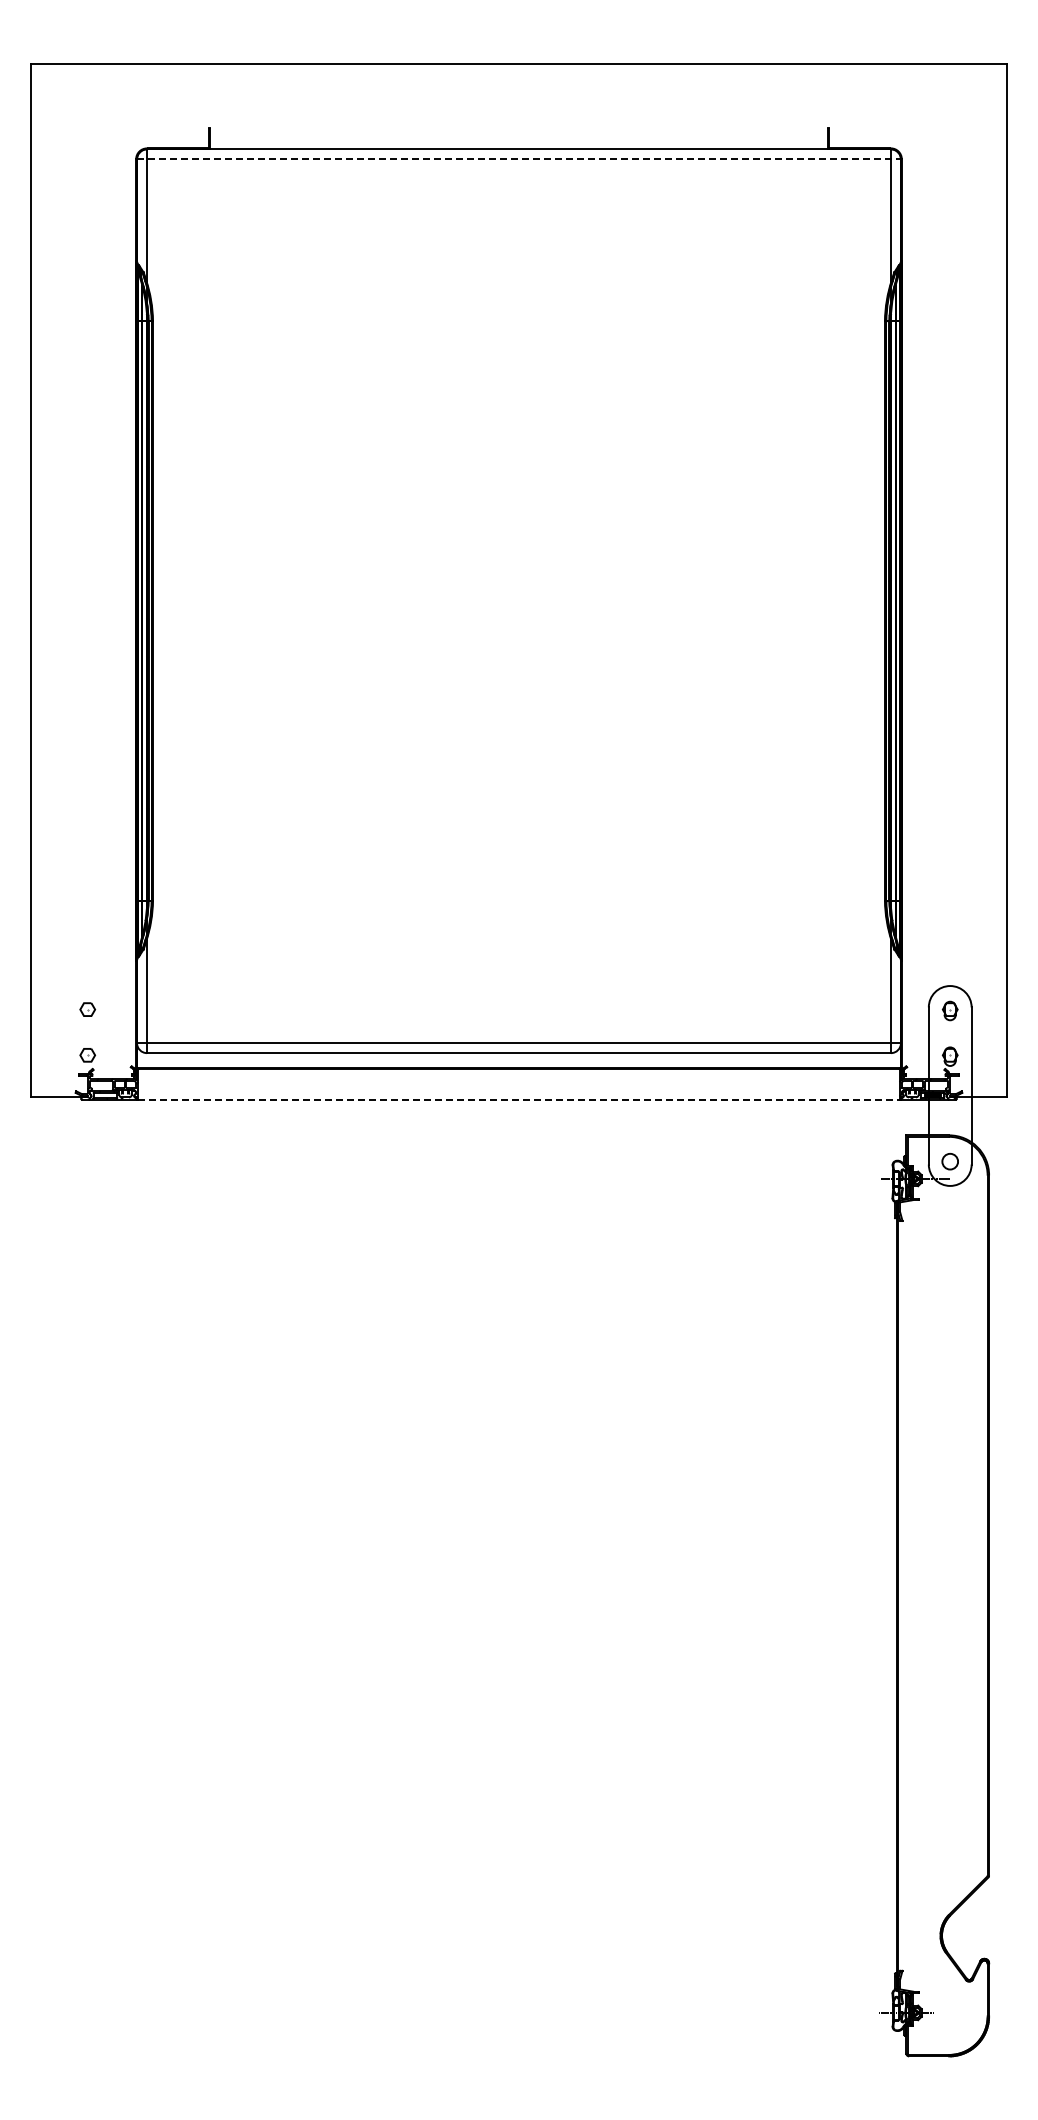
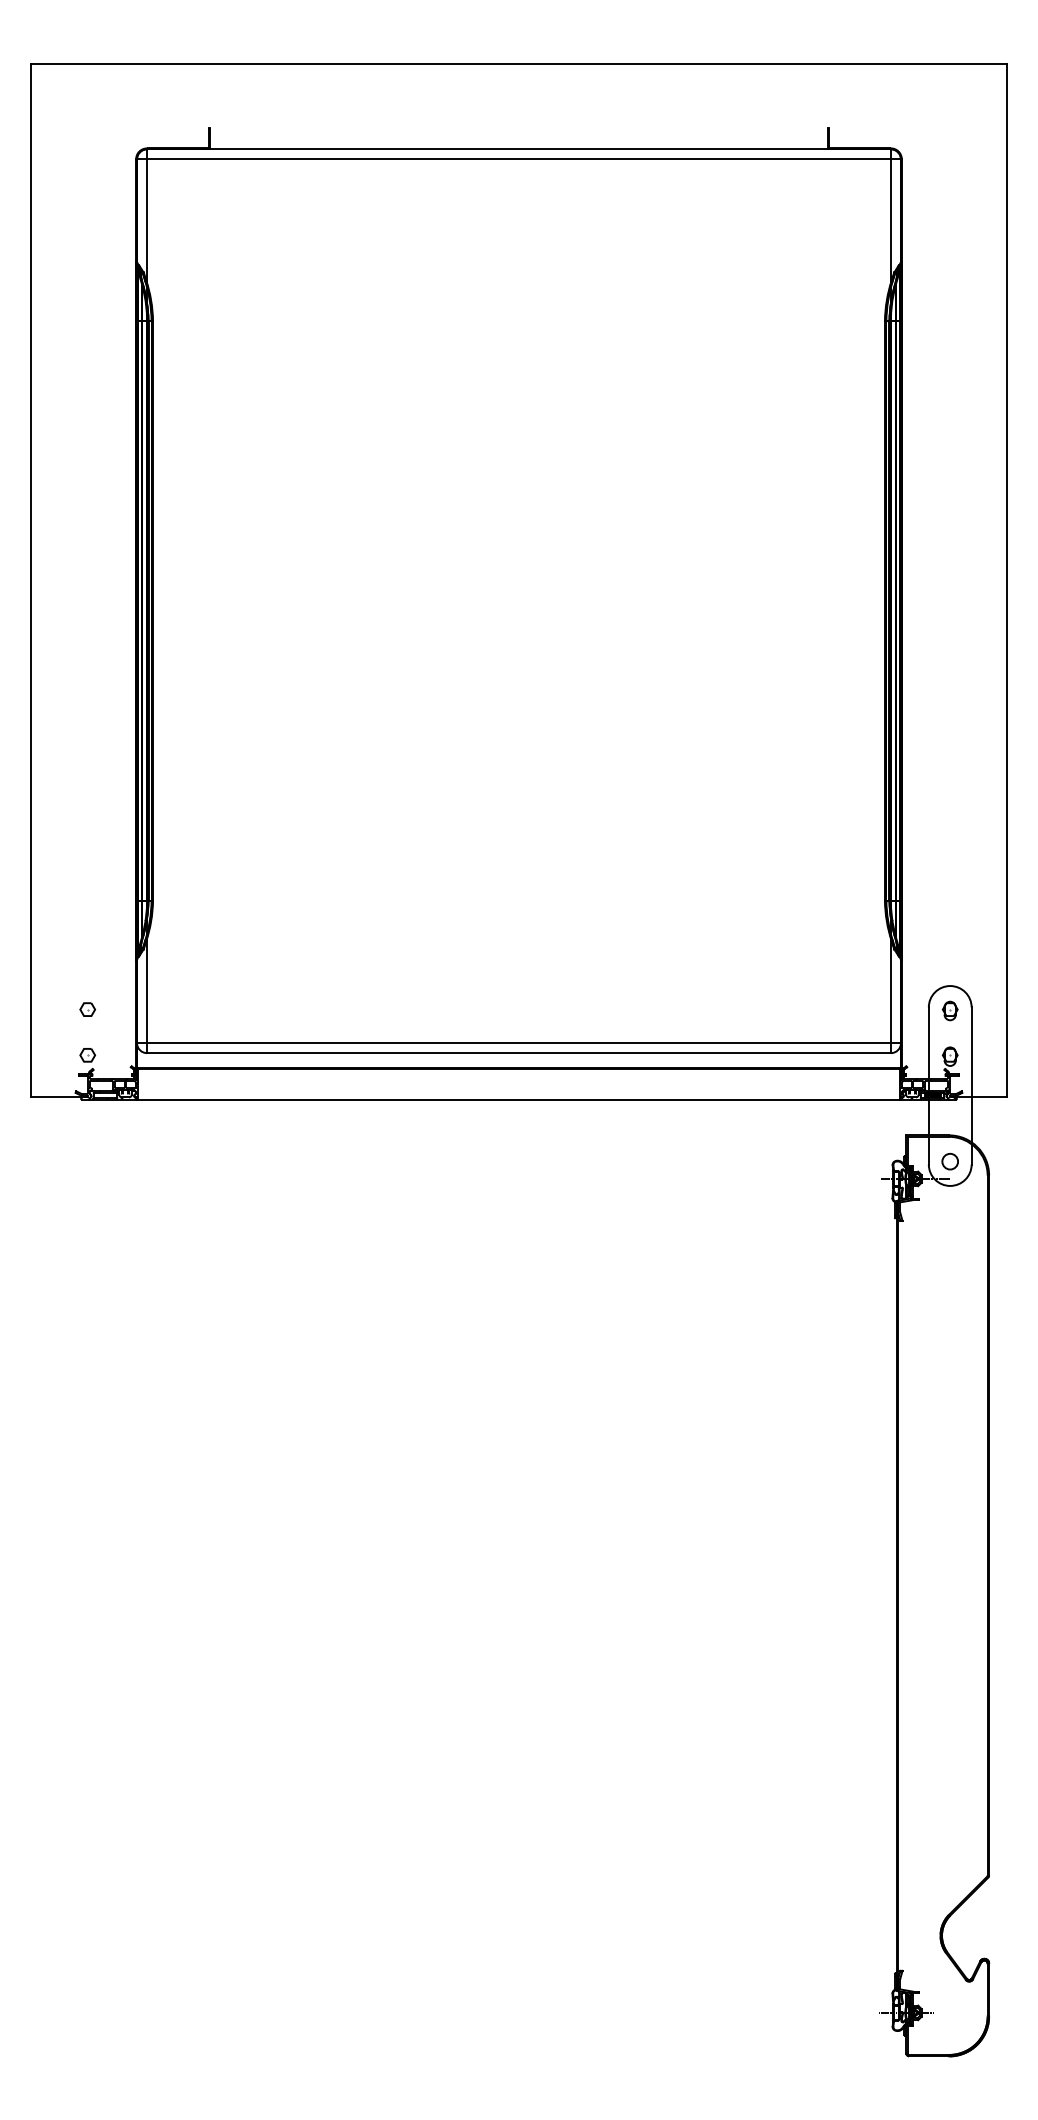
line at (519, 159): dashed -> solid
line at (519, 1099): dashed -> solid
